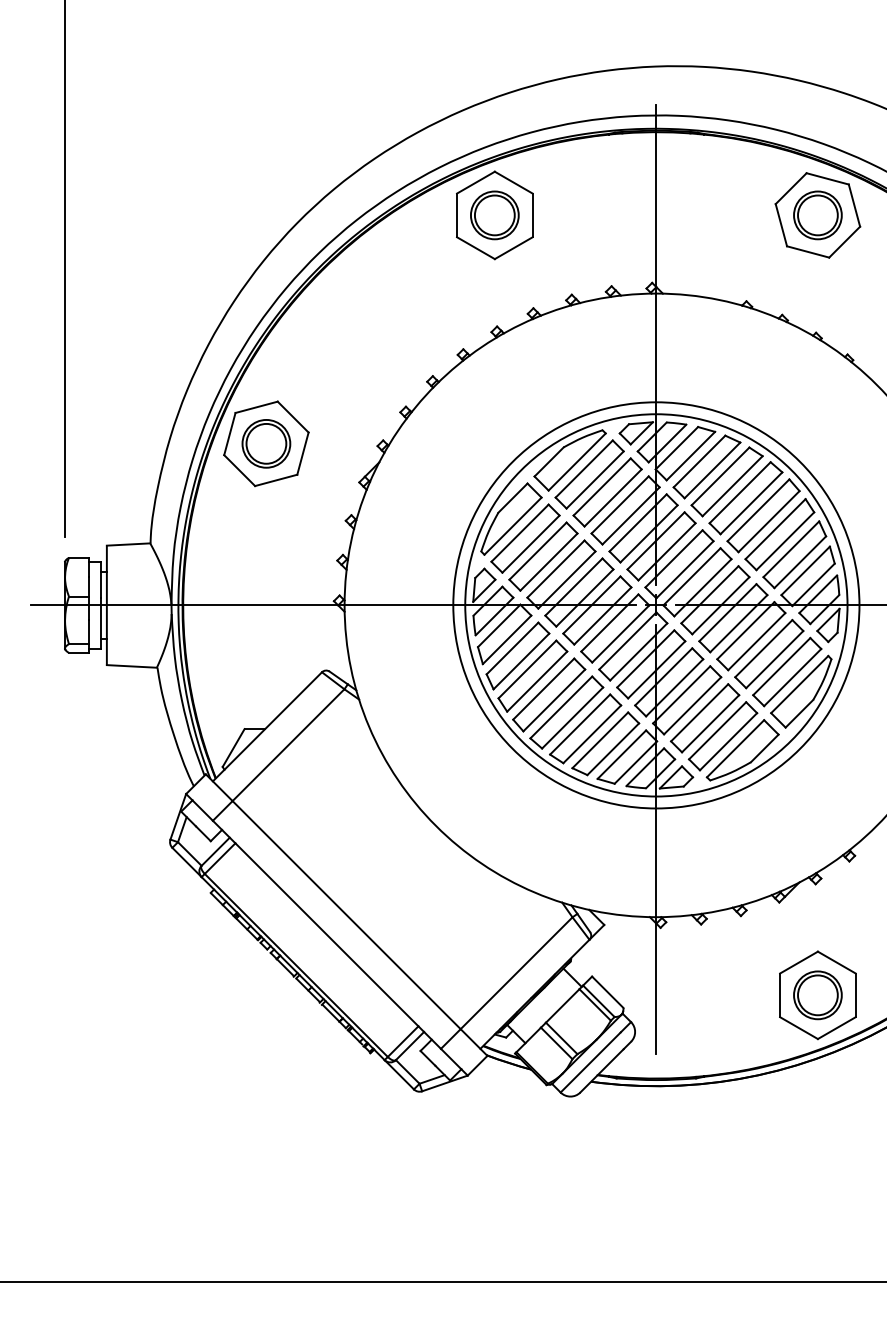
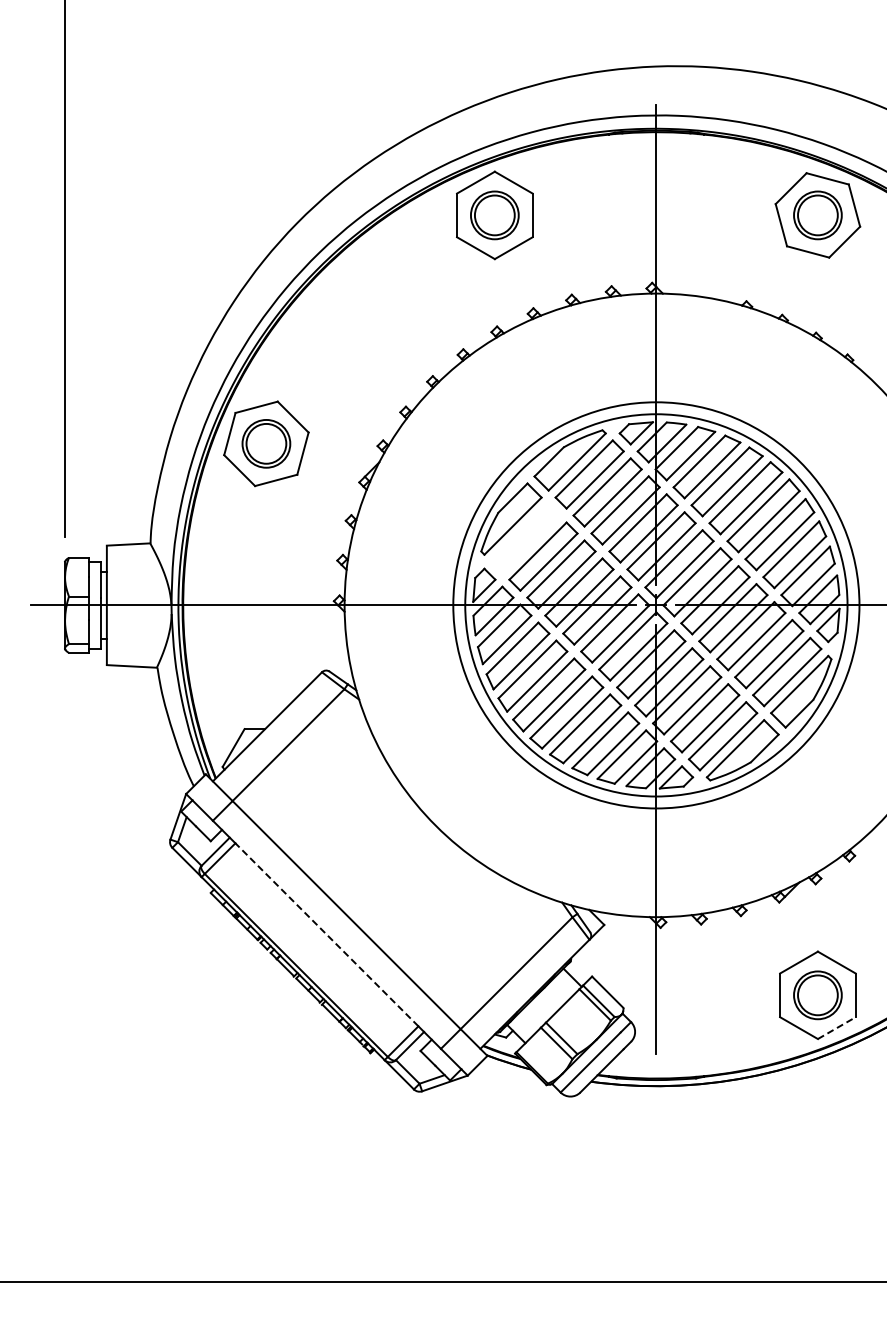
part at (525, 538): present -> none
line at (326, 934): solid -> dashed
line at (836, 1028): solid -> dashed
